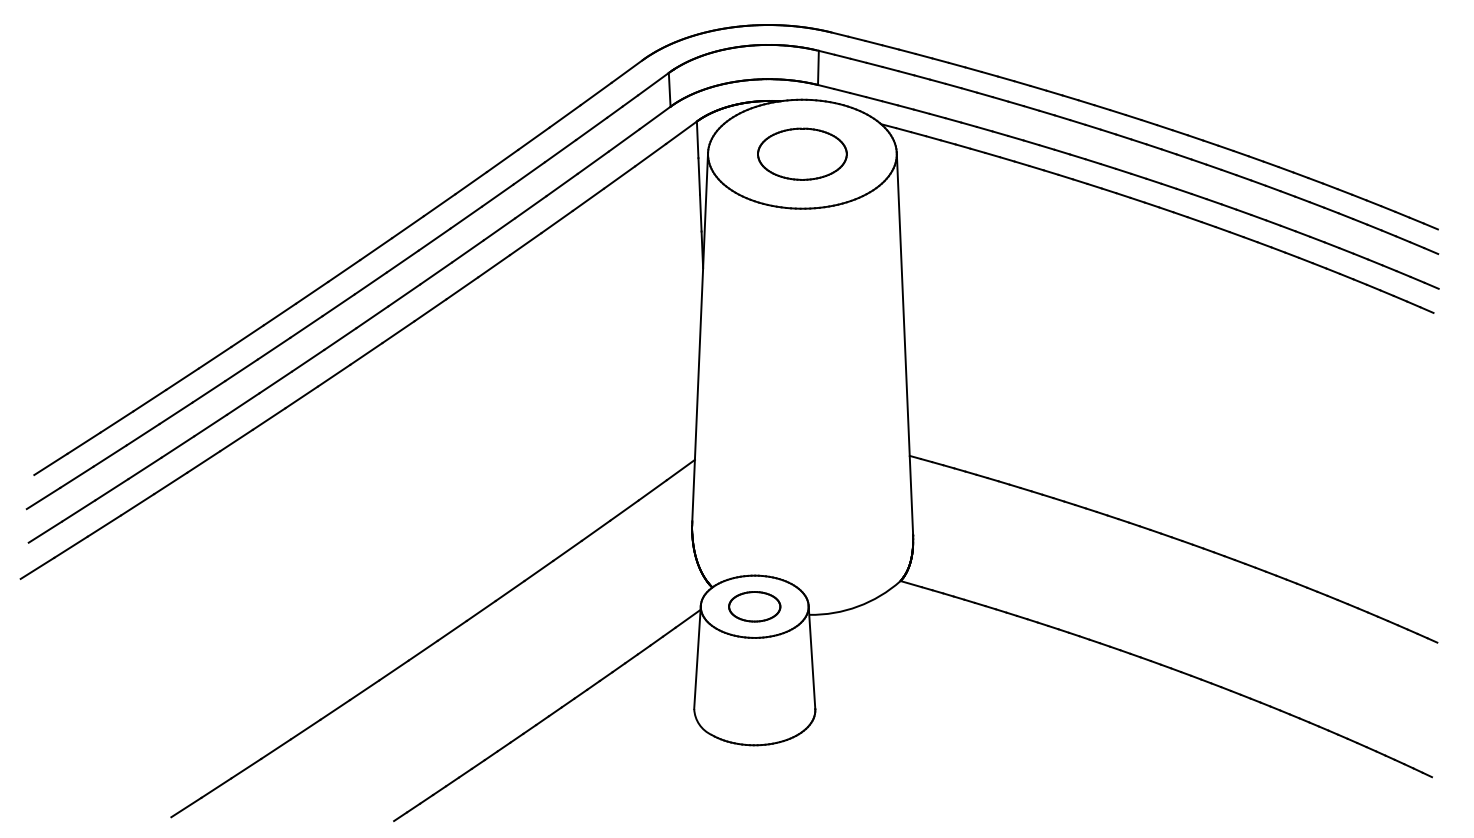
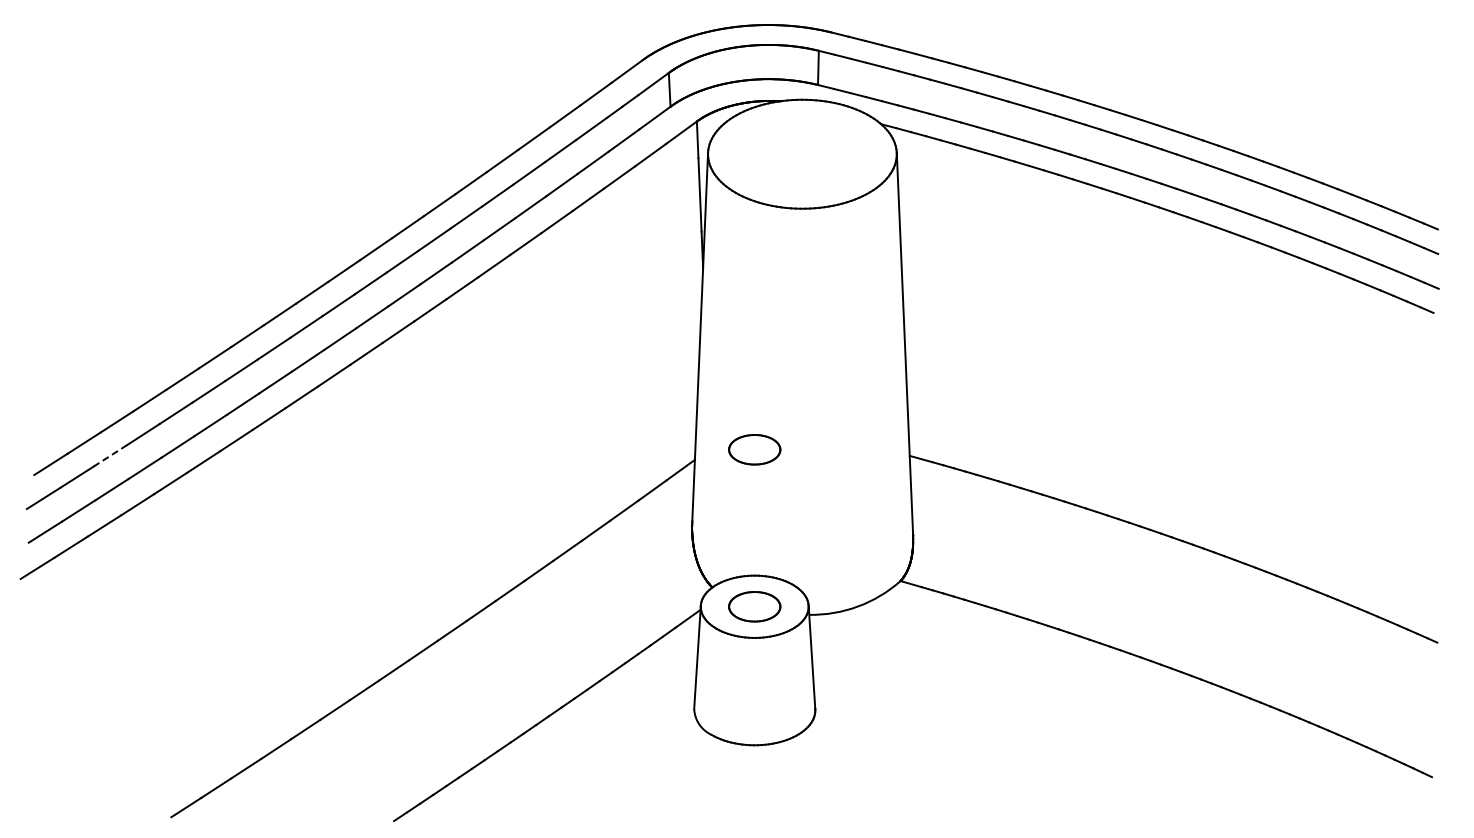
part at (802, 153): present -> none
part at (754, 449): none -> present
line at (110, 456): solid -> dashed
